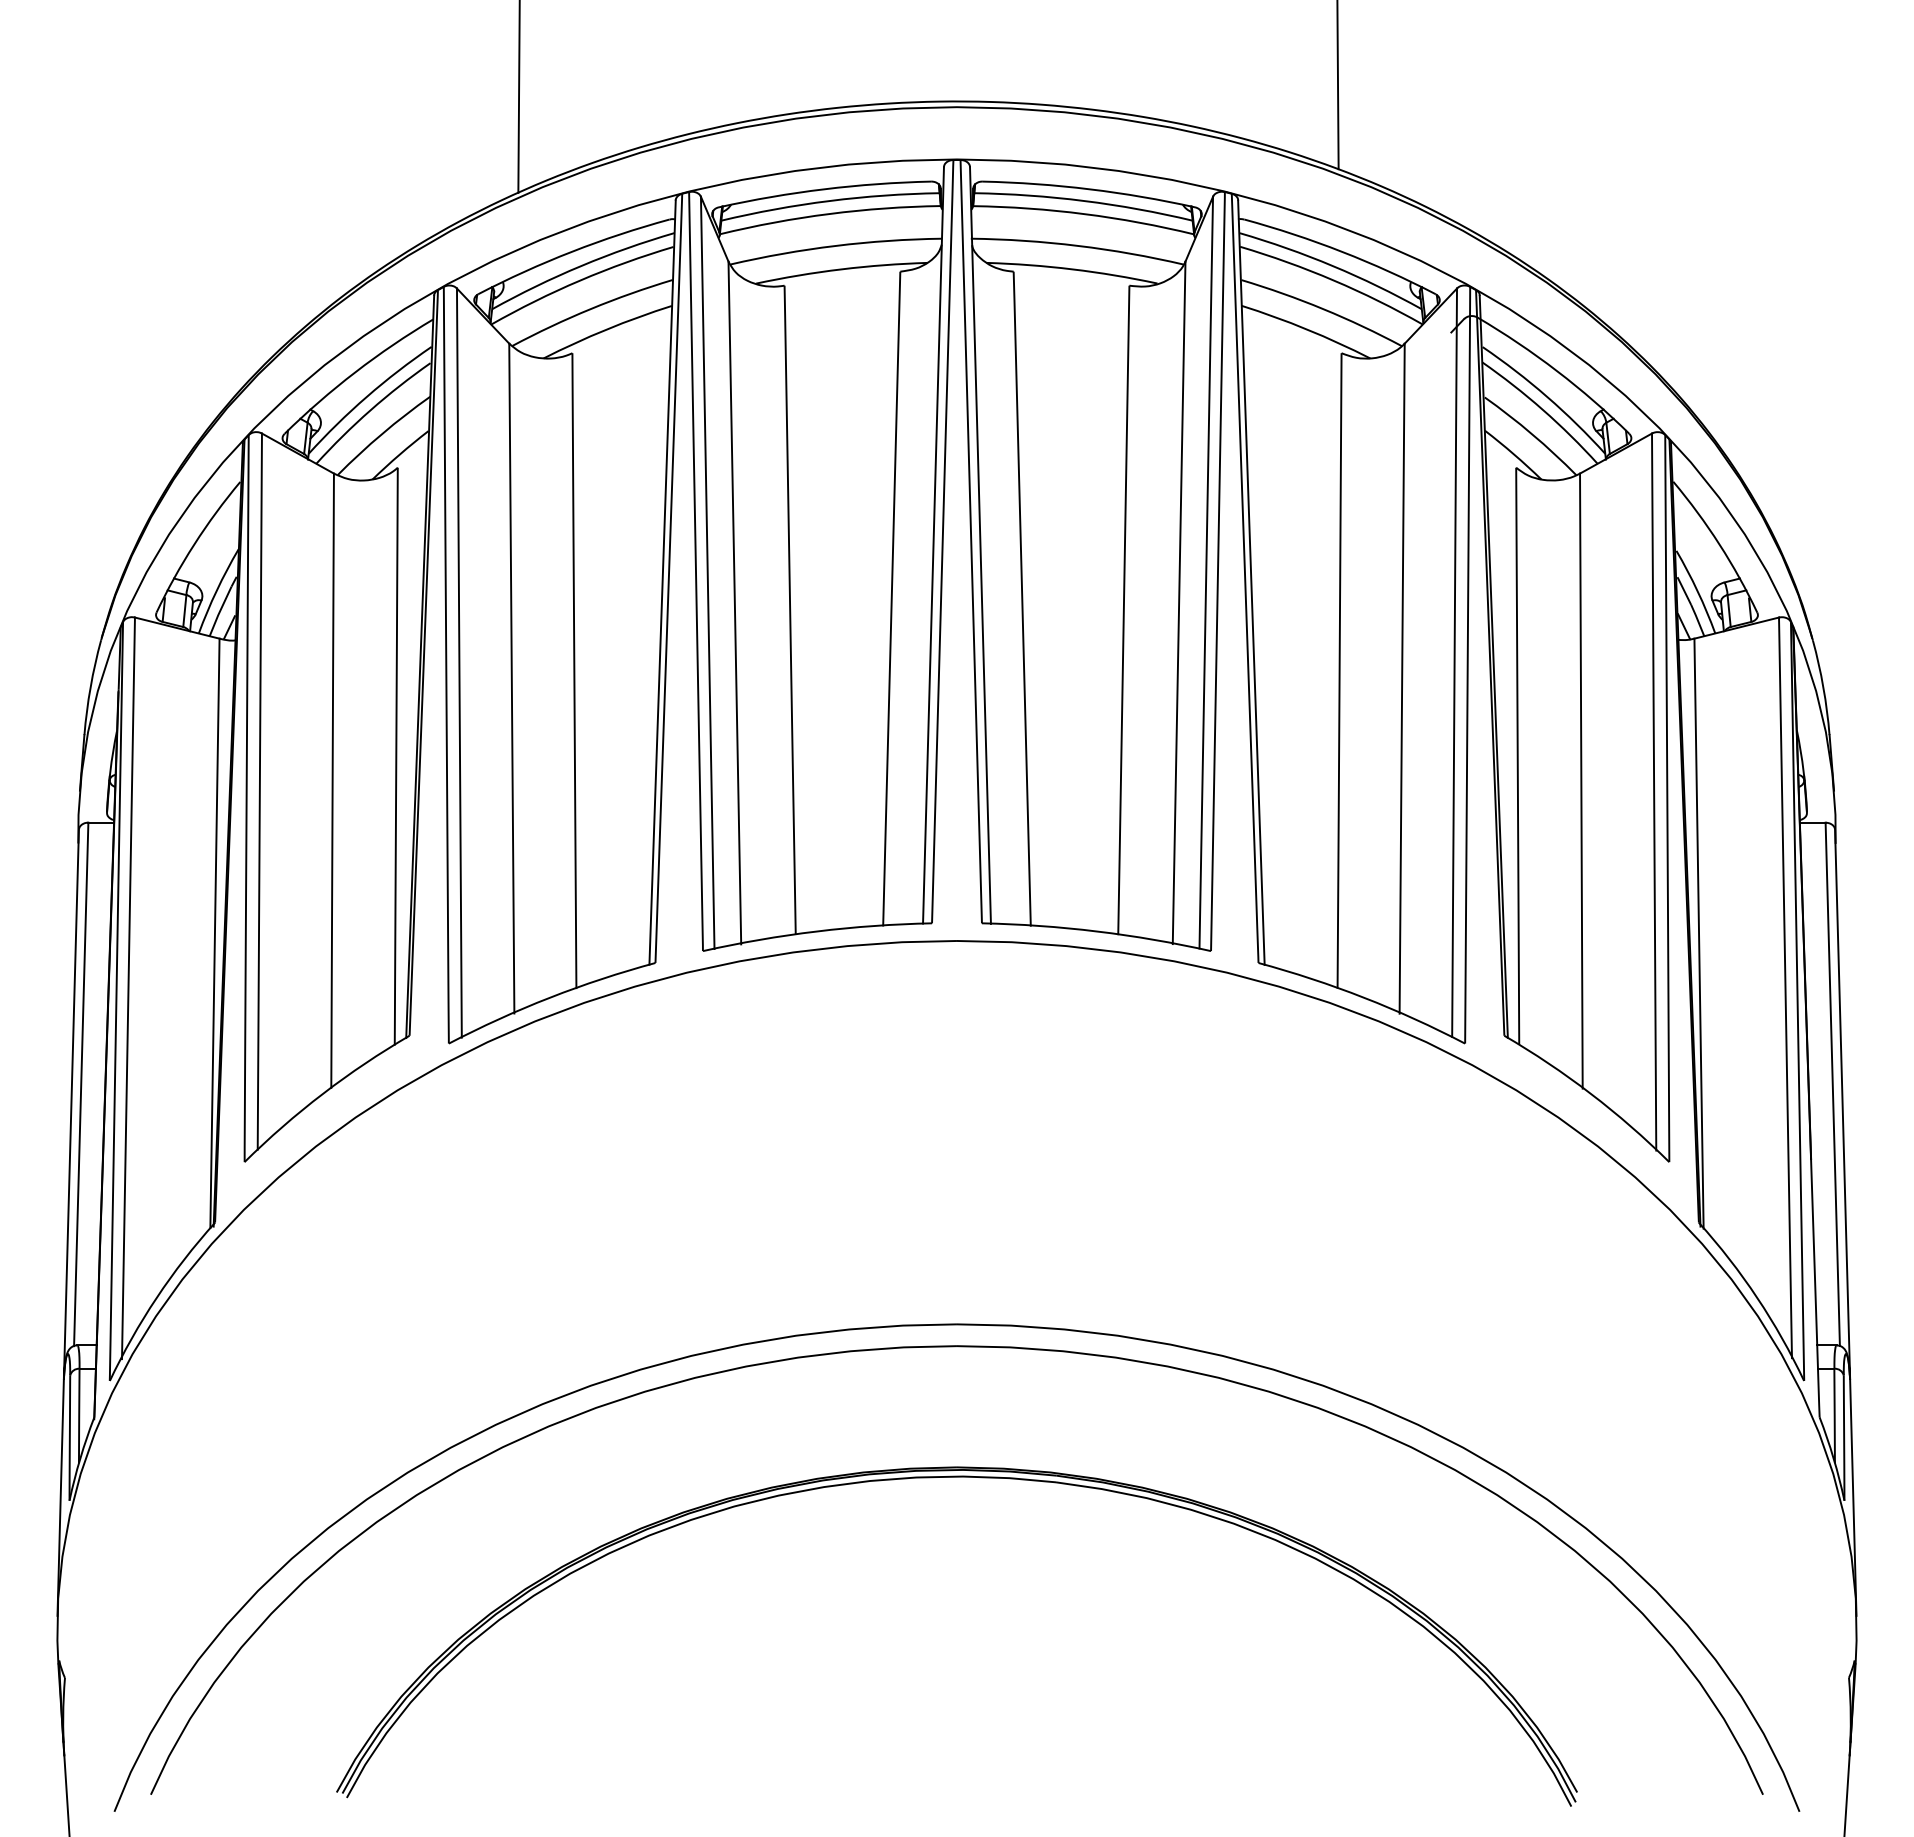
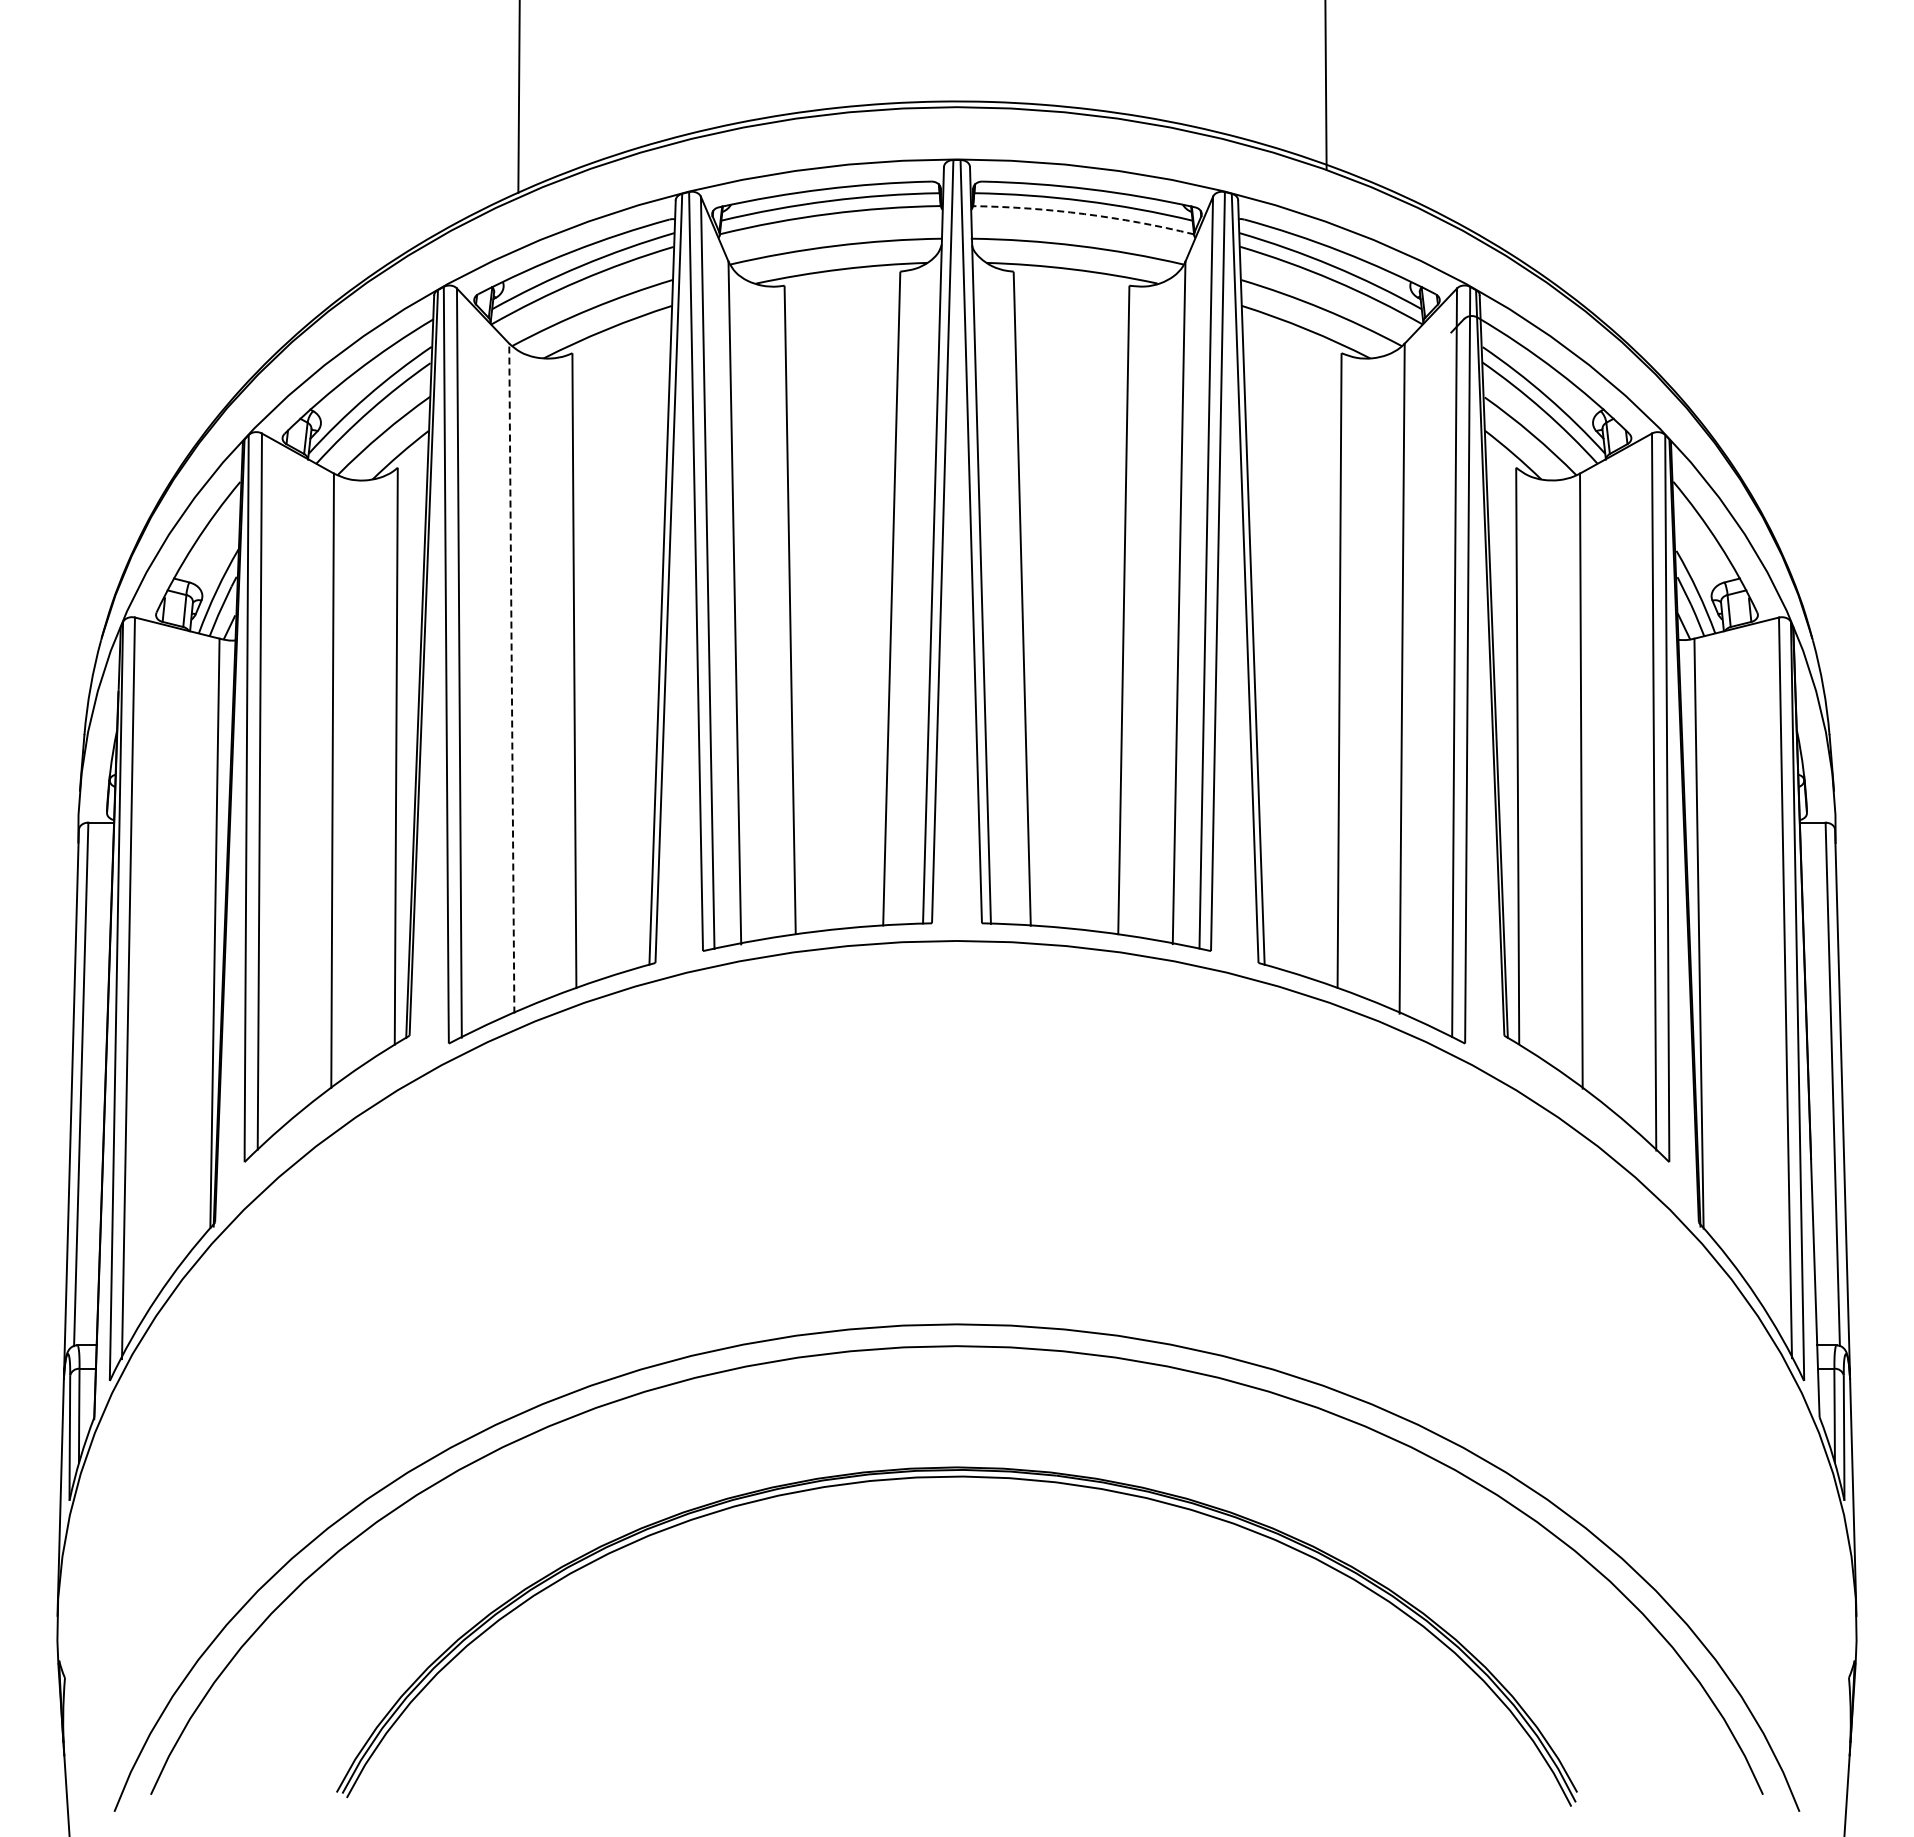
line at (1337, 85) position: (1337, 85) -> (1325, 85)
arc at (1084, 214): solid -> dashed
line at (511, 678): solid -> dashed
